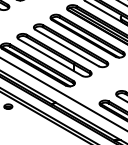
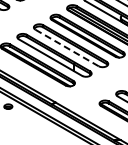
line at (67, 48): solid -> dashed
line at (63, 93): present -> none
